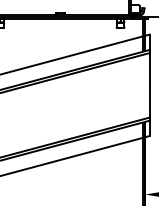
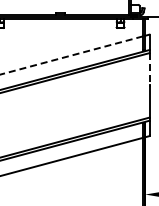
line at (71, 55): solid -> dashed
line at (149, 69): solid -> dashed
